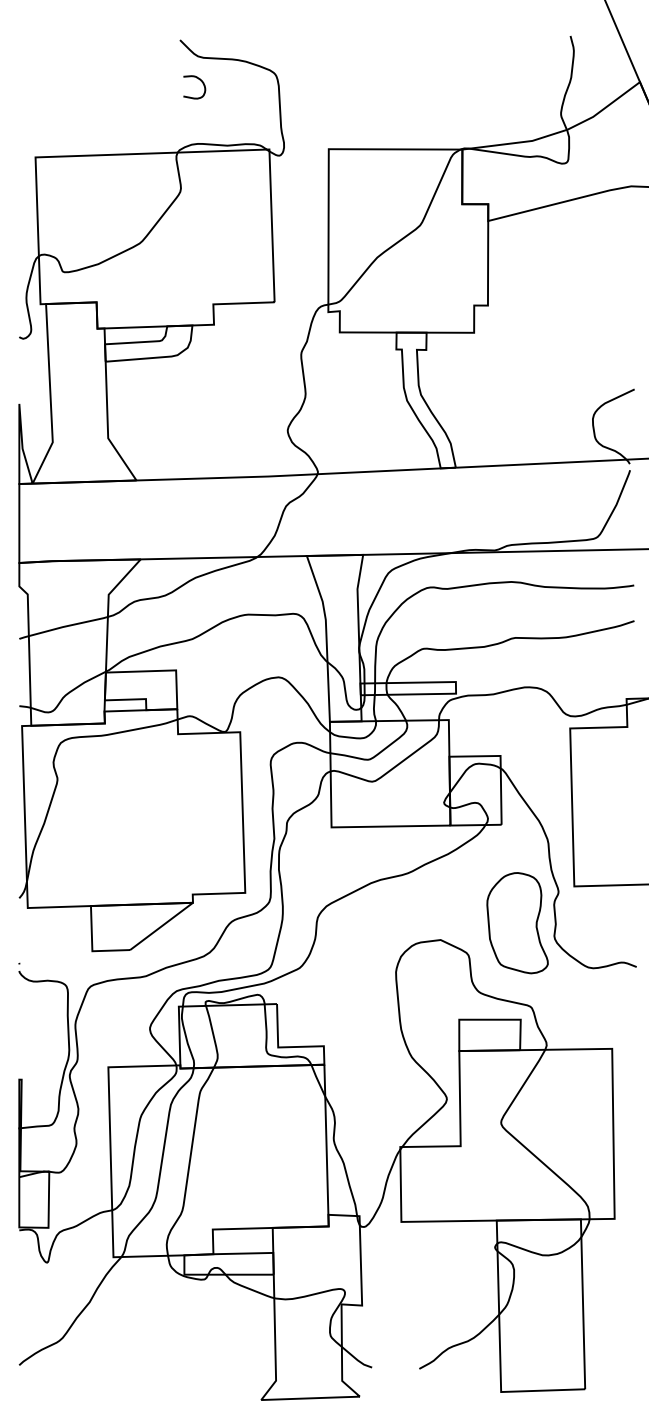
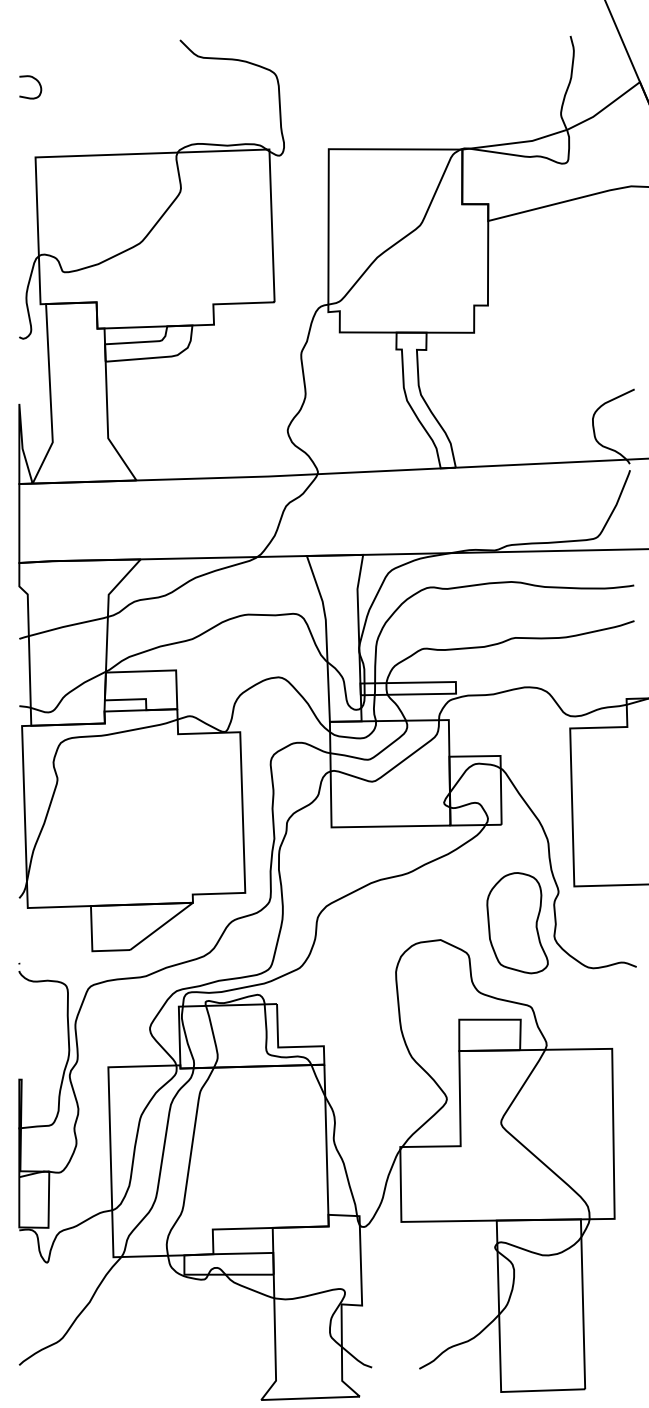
curve at (200, 81) position: (200, 81) -> (36, 81)
